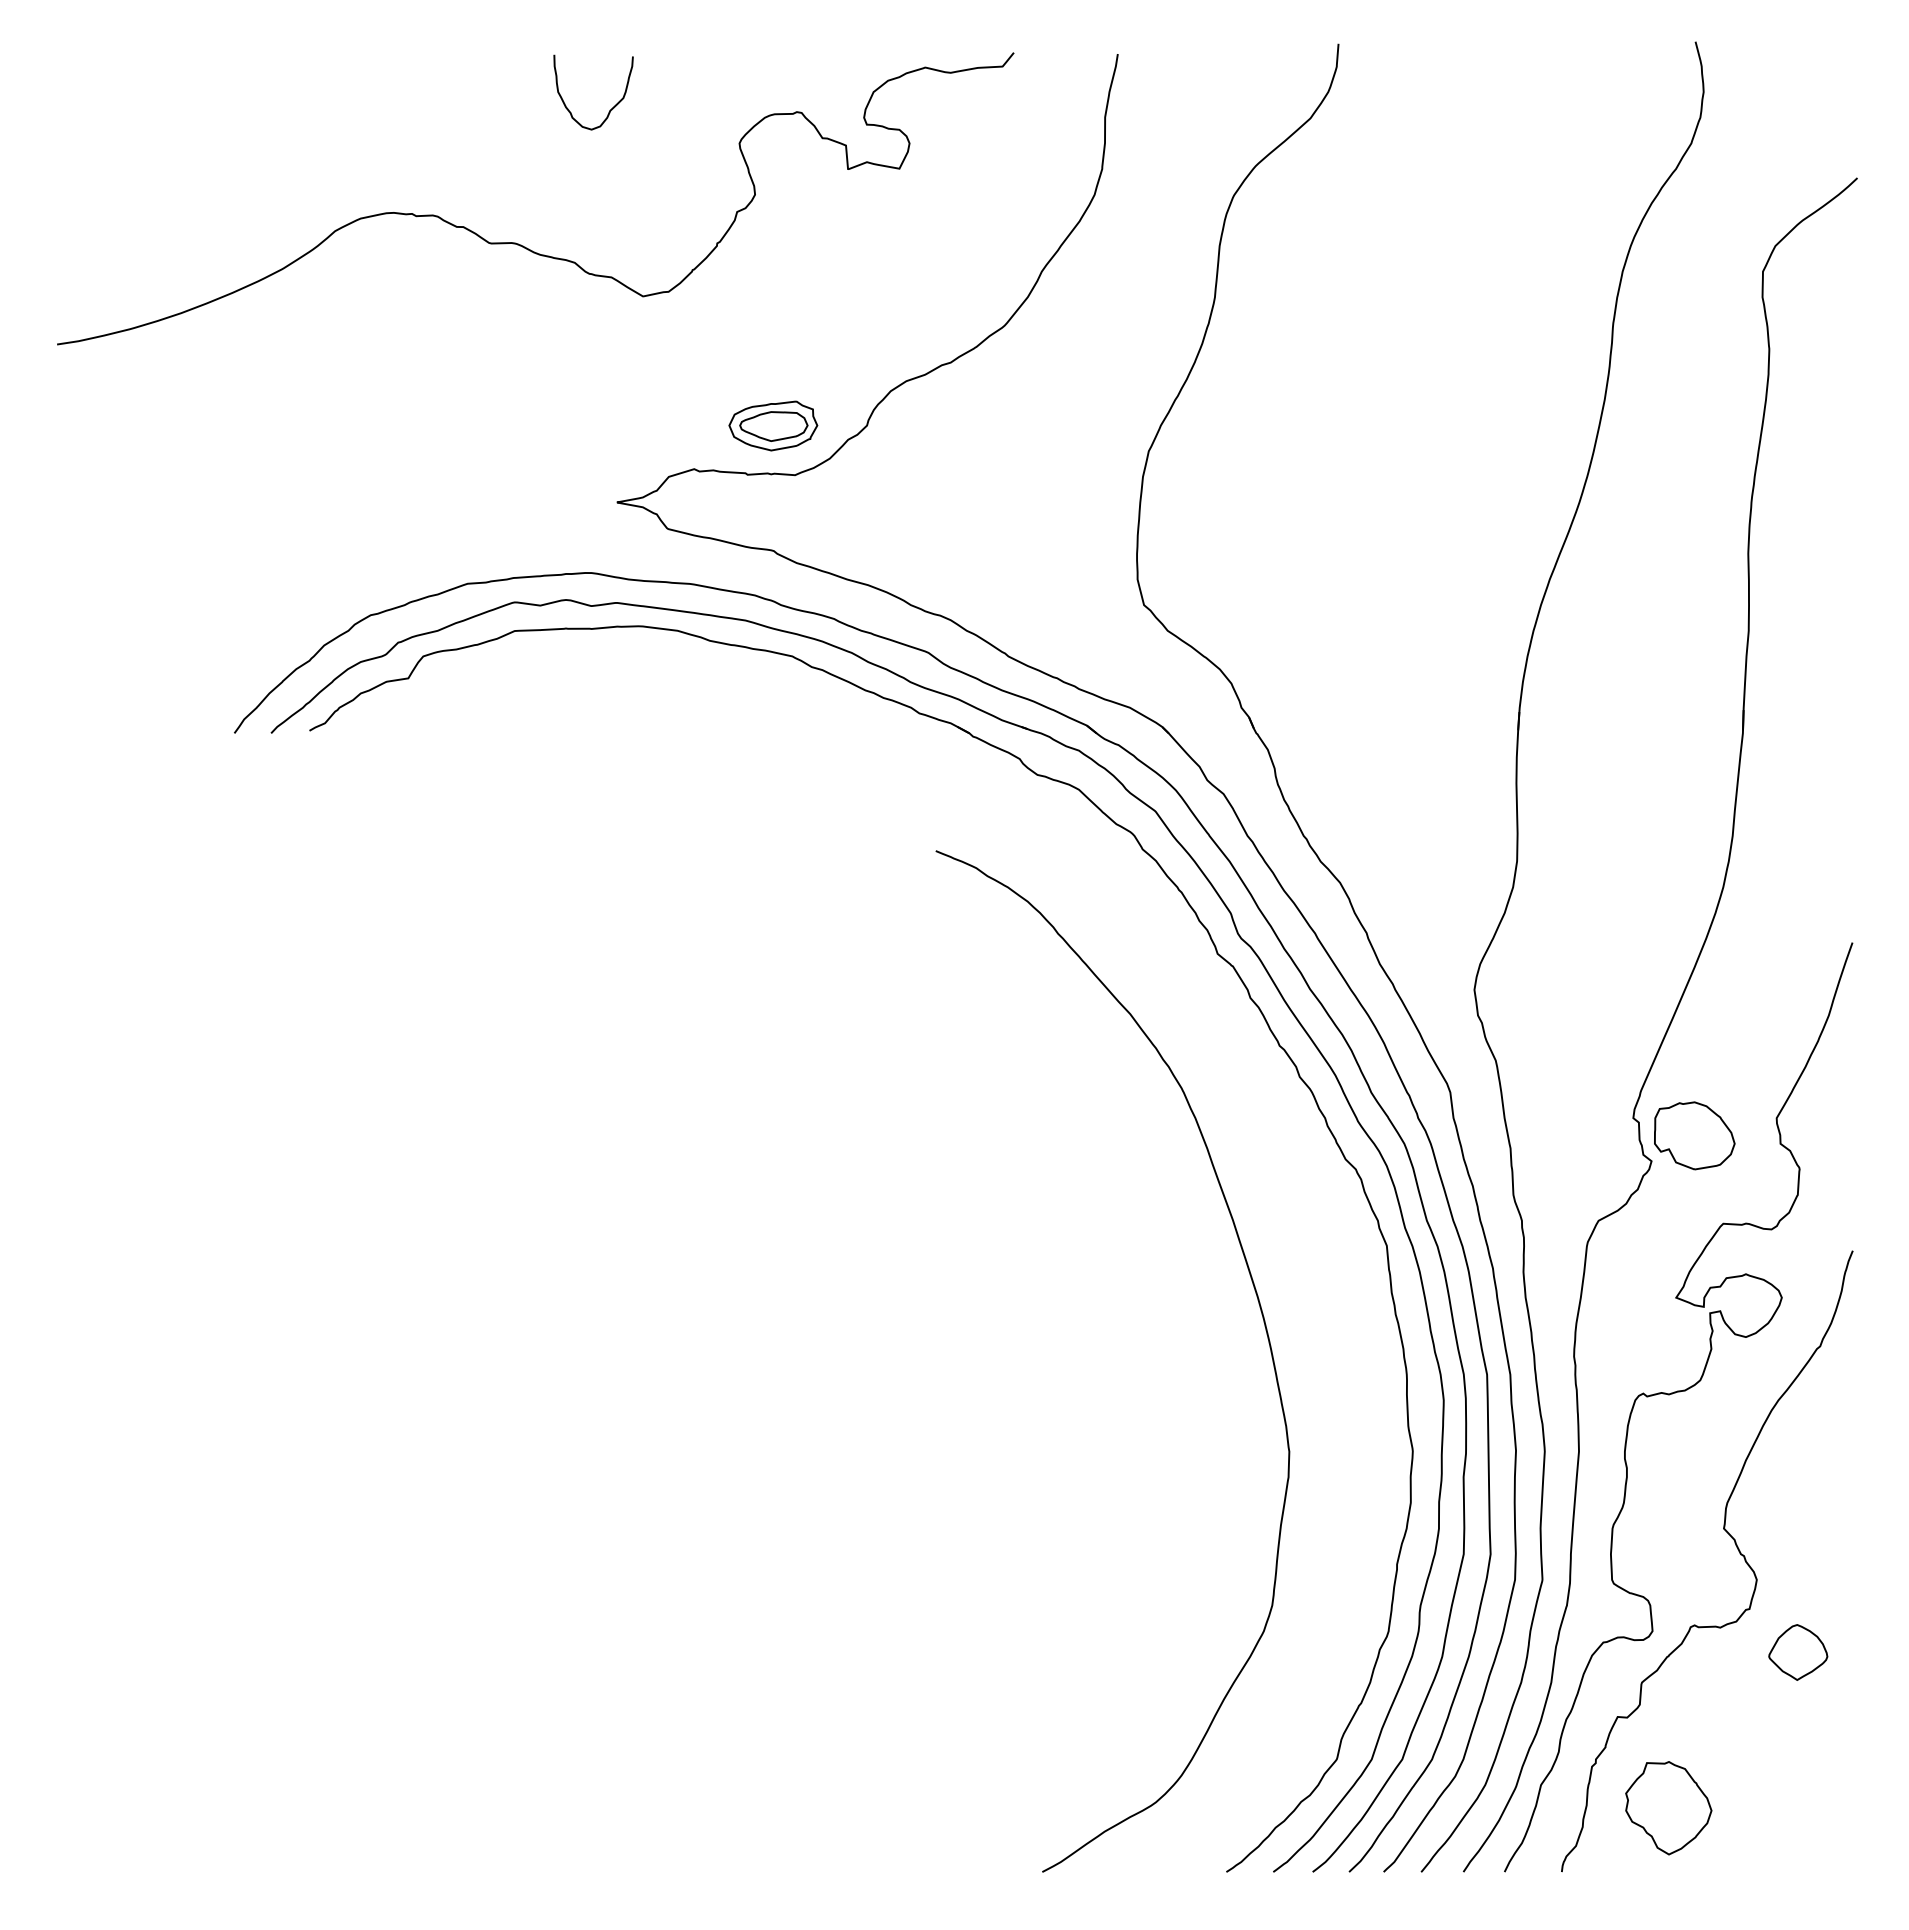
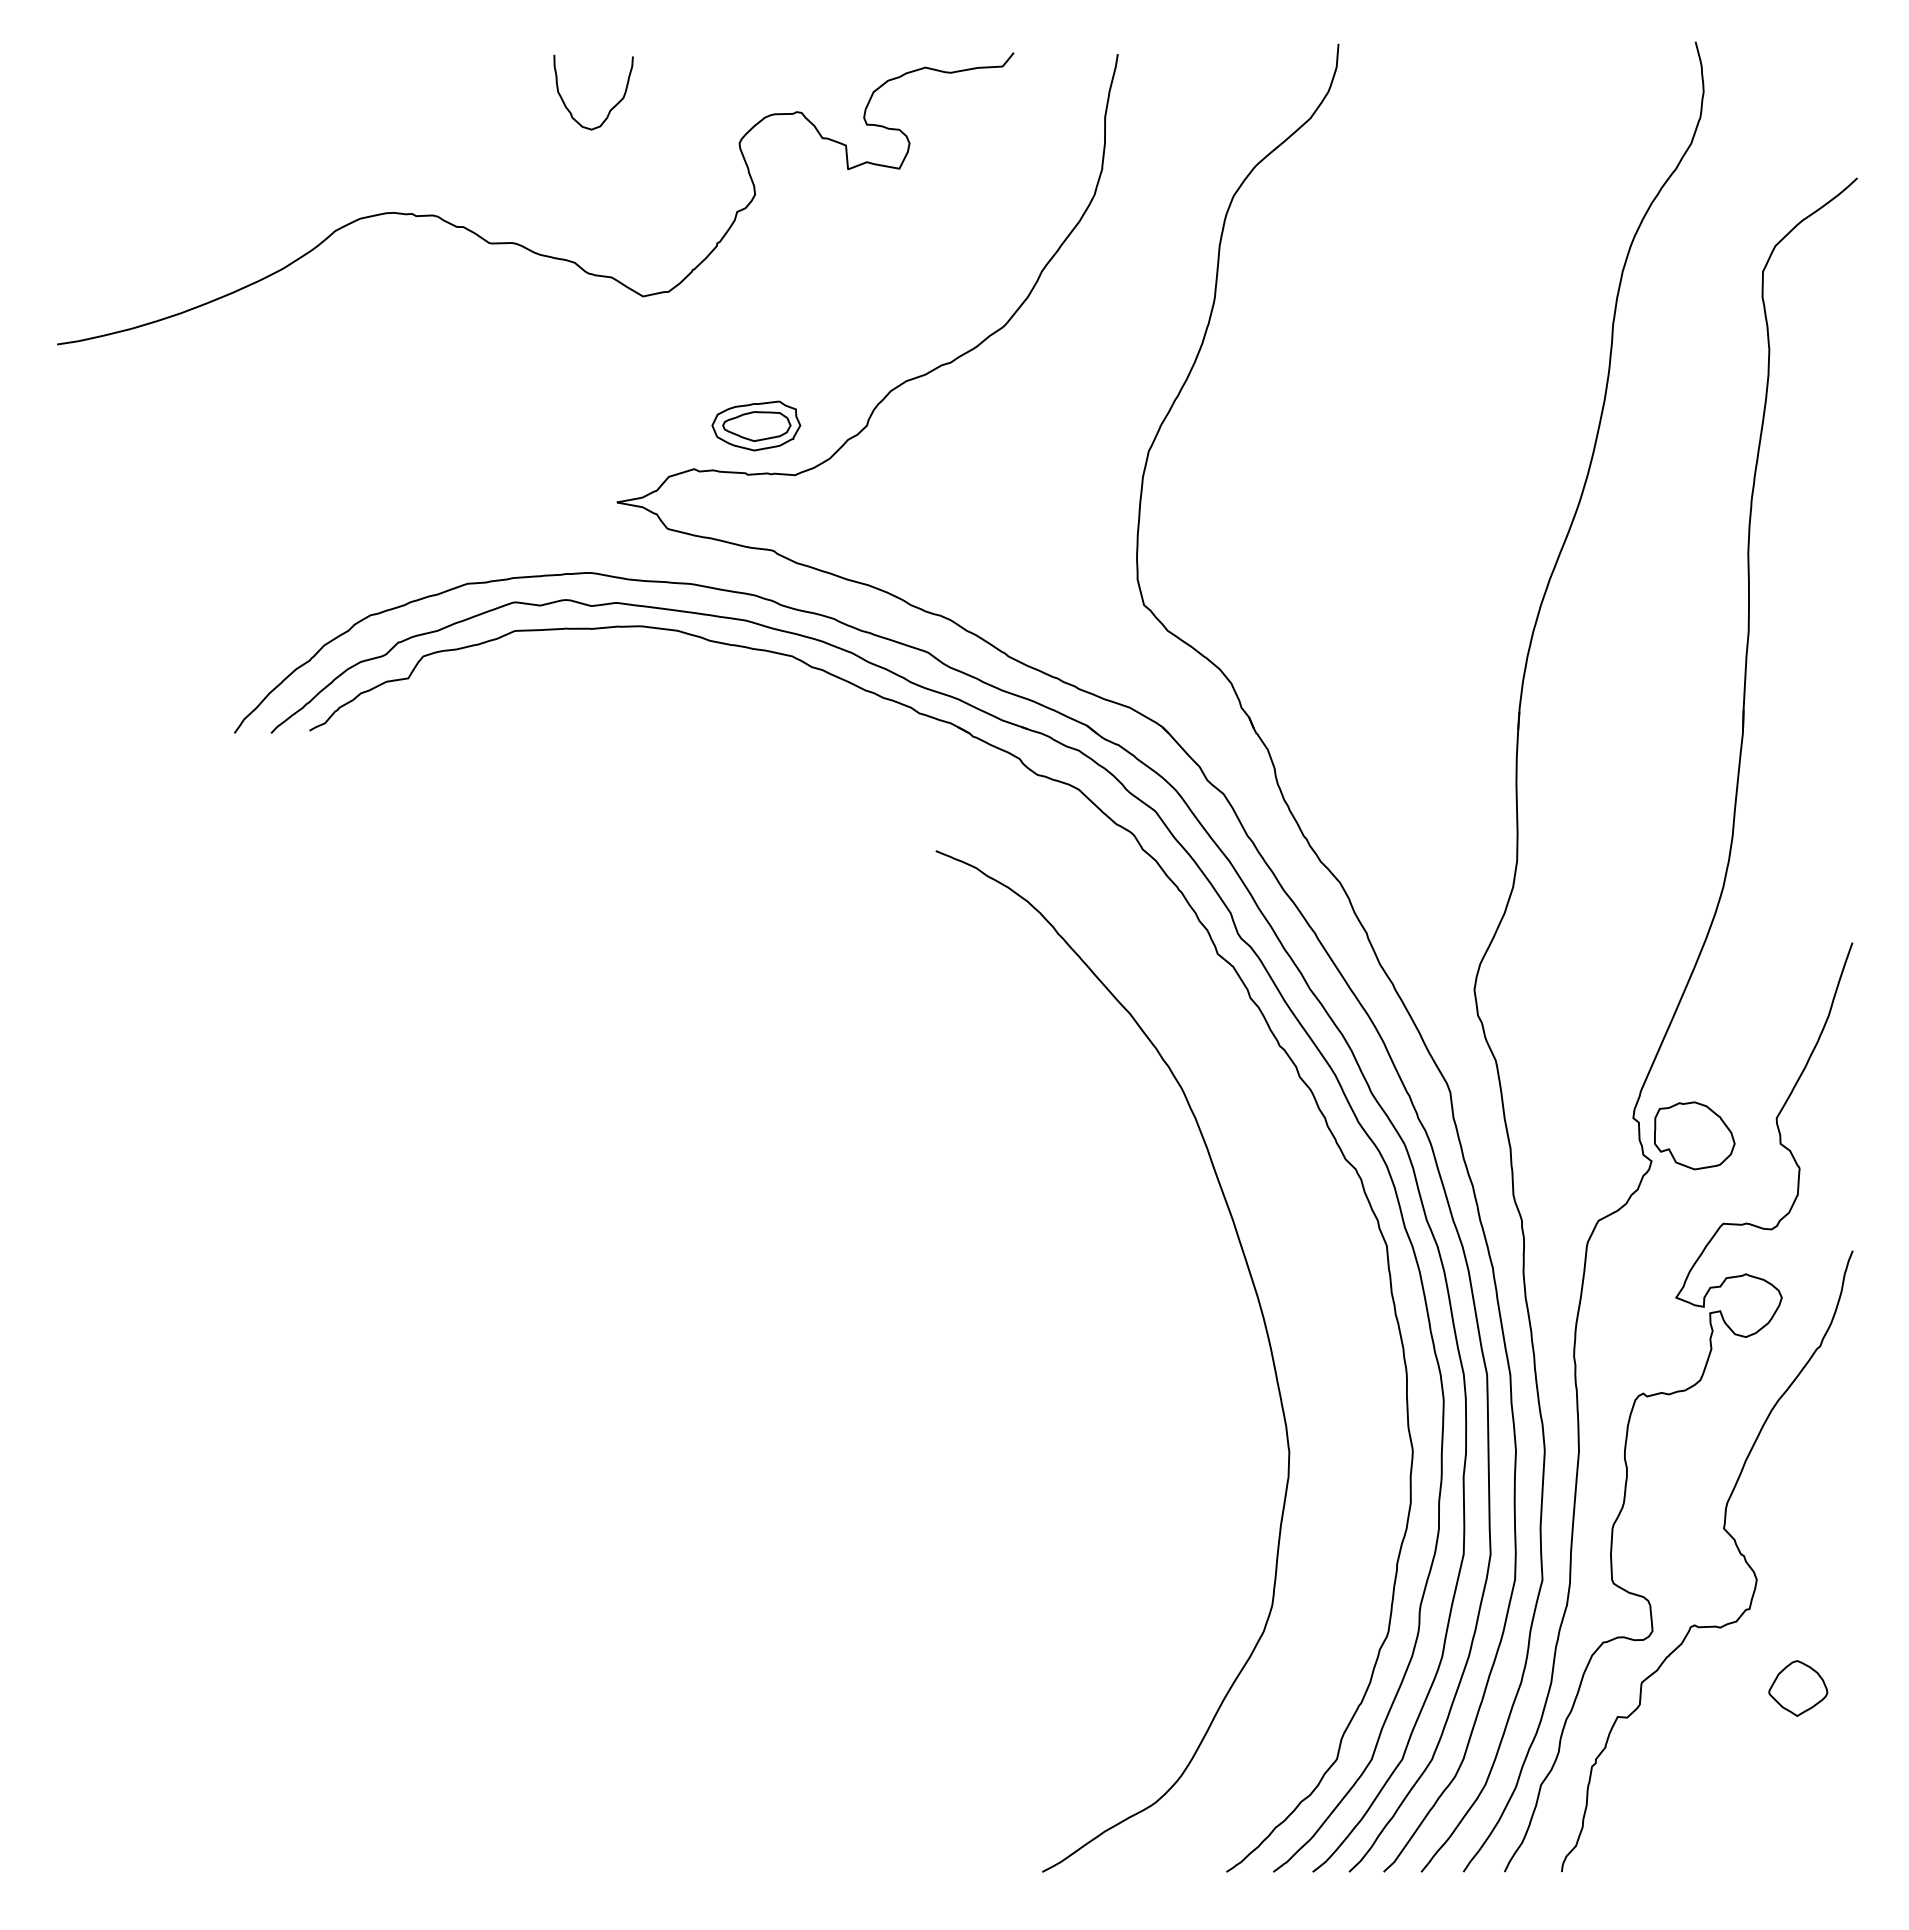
part at (773, 425) position: (773, 425) -> (756, 425)
part at (1798, 1652) position: (1798, 1652) -> (1798, 1688)
part at (1668, 1808): present -> none
